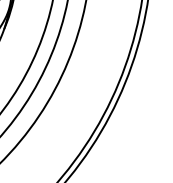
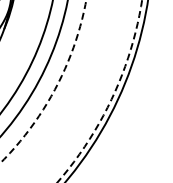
arc at (56, 87): solid -> dashed
arc at (111, 98): solid -> dashed
